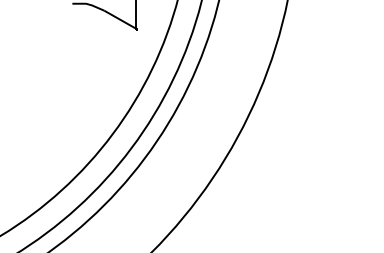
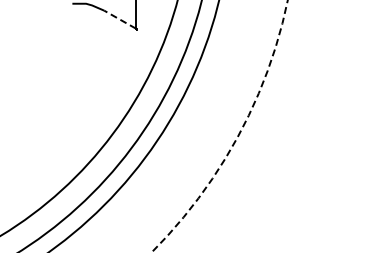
line at (119, 19): solid -> dashed
circle at (219, 126): solid -> dashed
